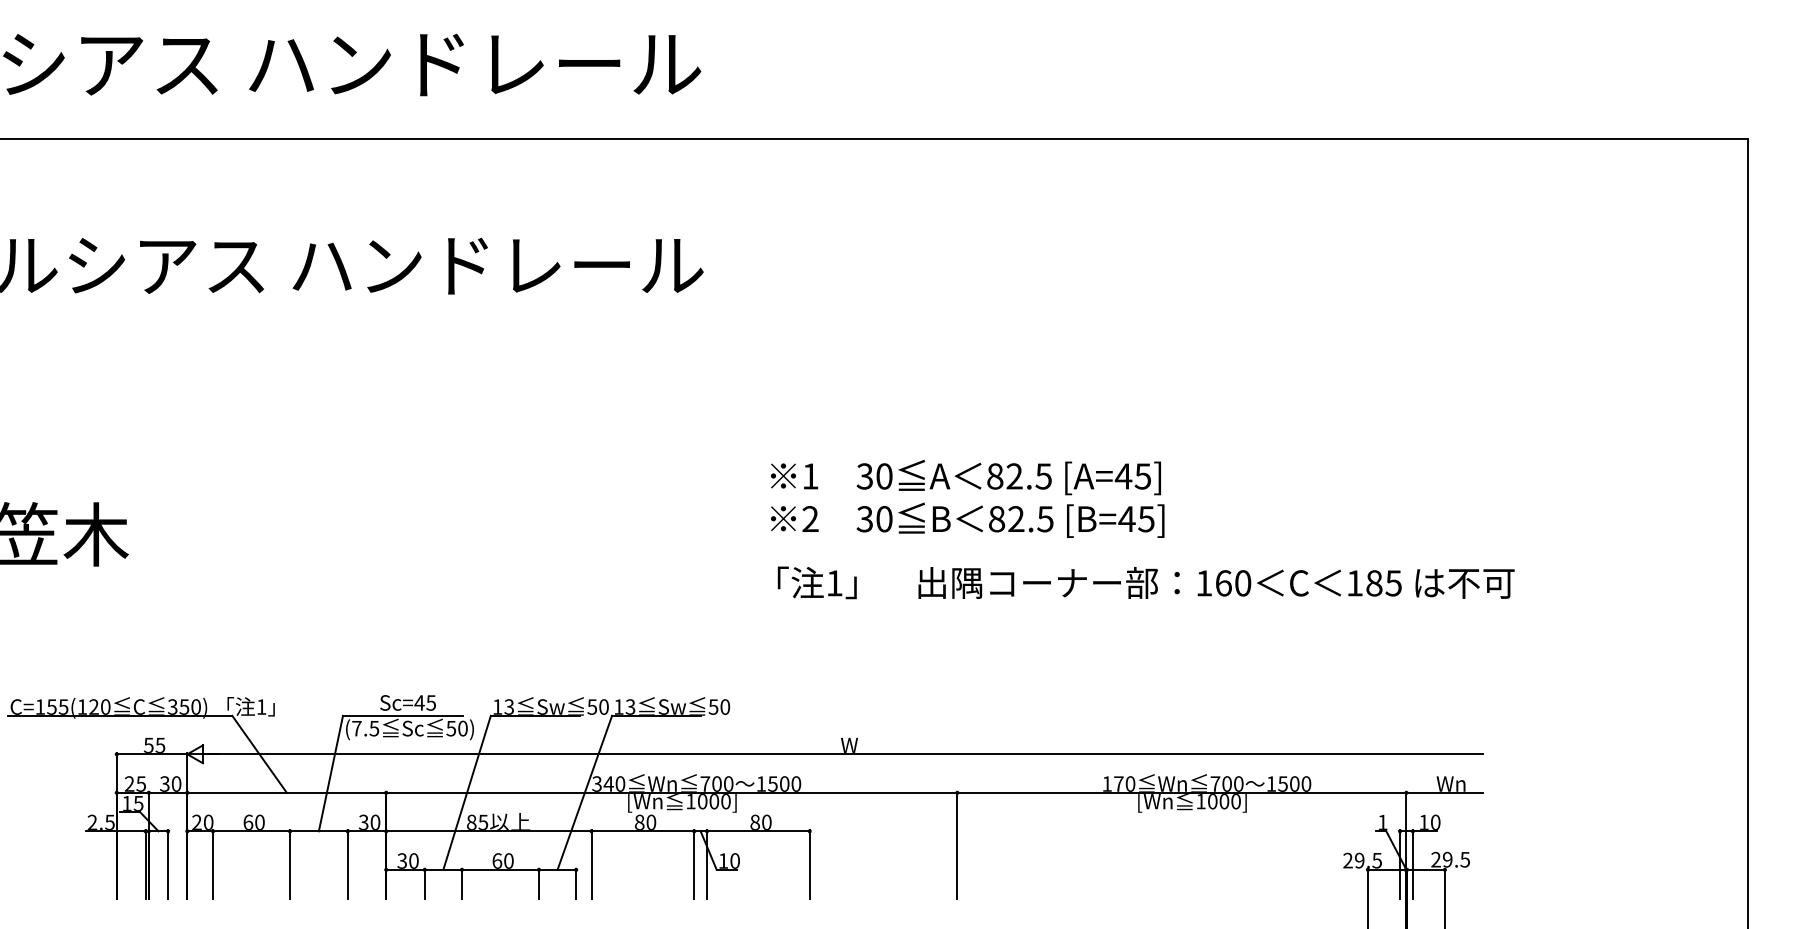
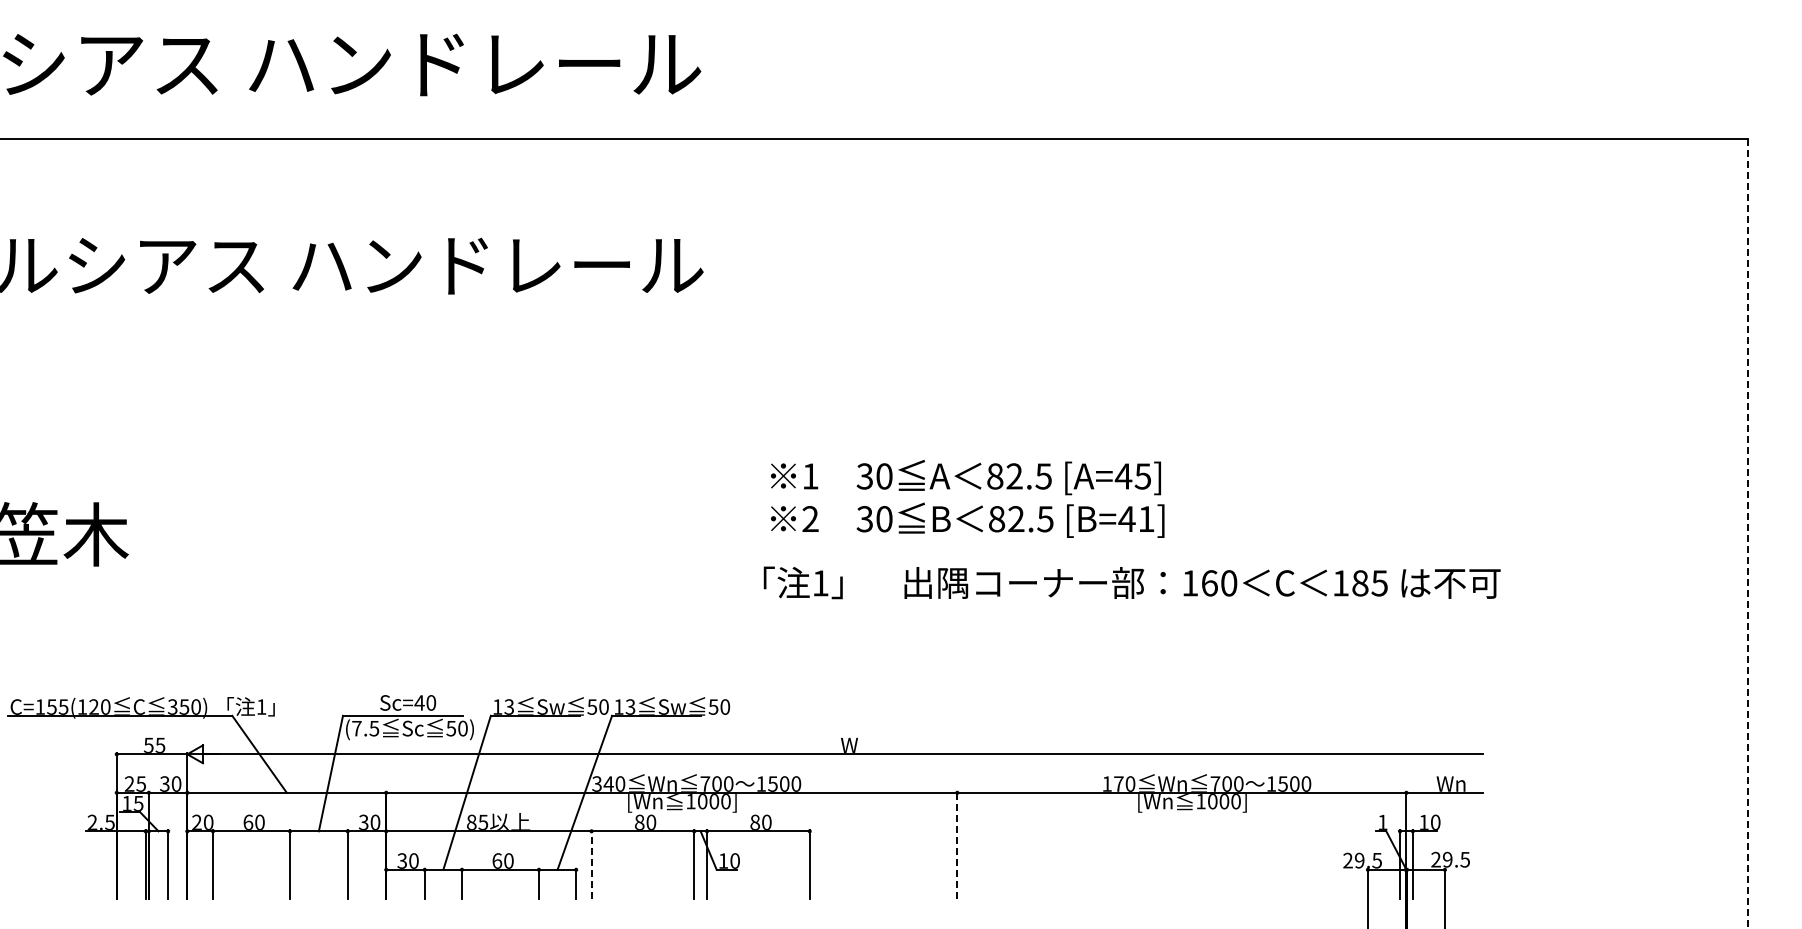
text at (1146, 519): [B=45] -> [B=41]
line at (1747, 534): solid -> dashed
text at (1145, 582) position: (1145, 582) -> (1131, 582)
text at (431, 702): Sc=45 -> Sc=40
line at (957, 845): solid -> dashed
line at (591, 864): solid -> dashed
